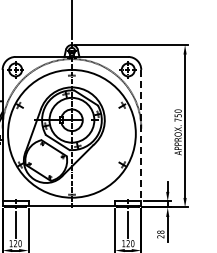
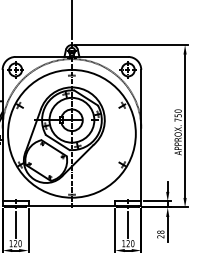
line at (141, 138): dashed -> solid
